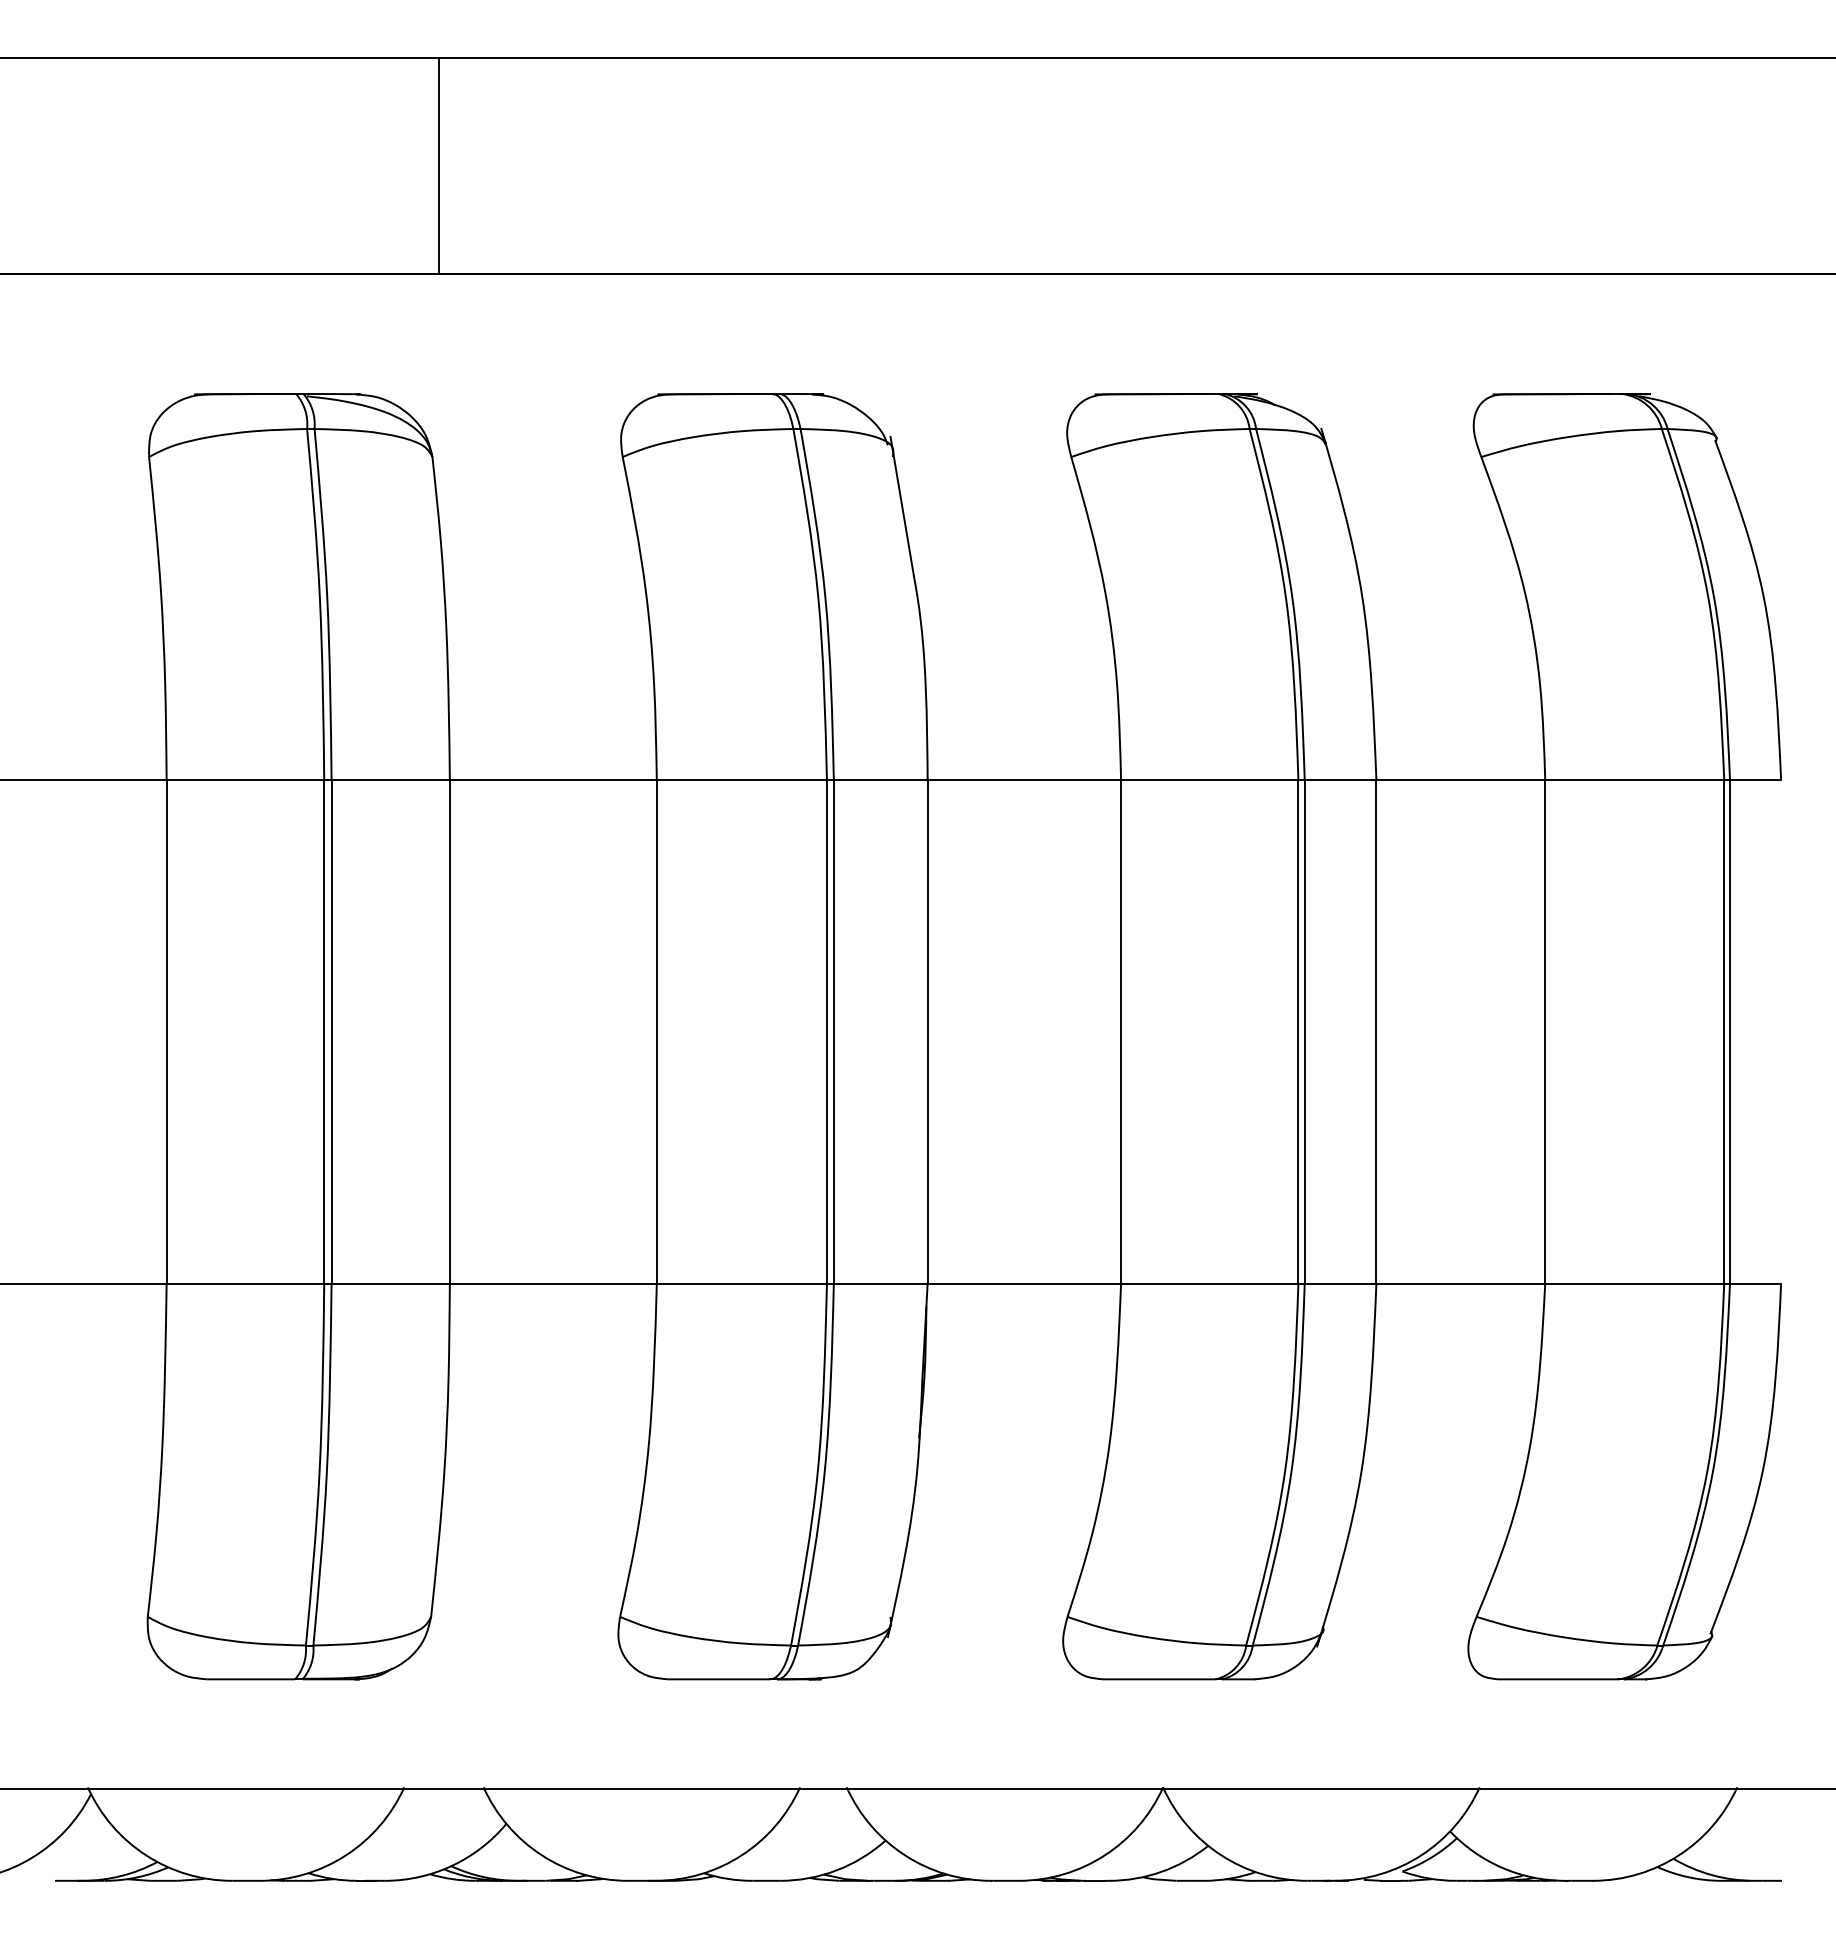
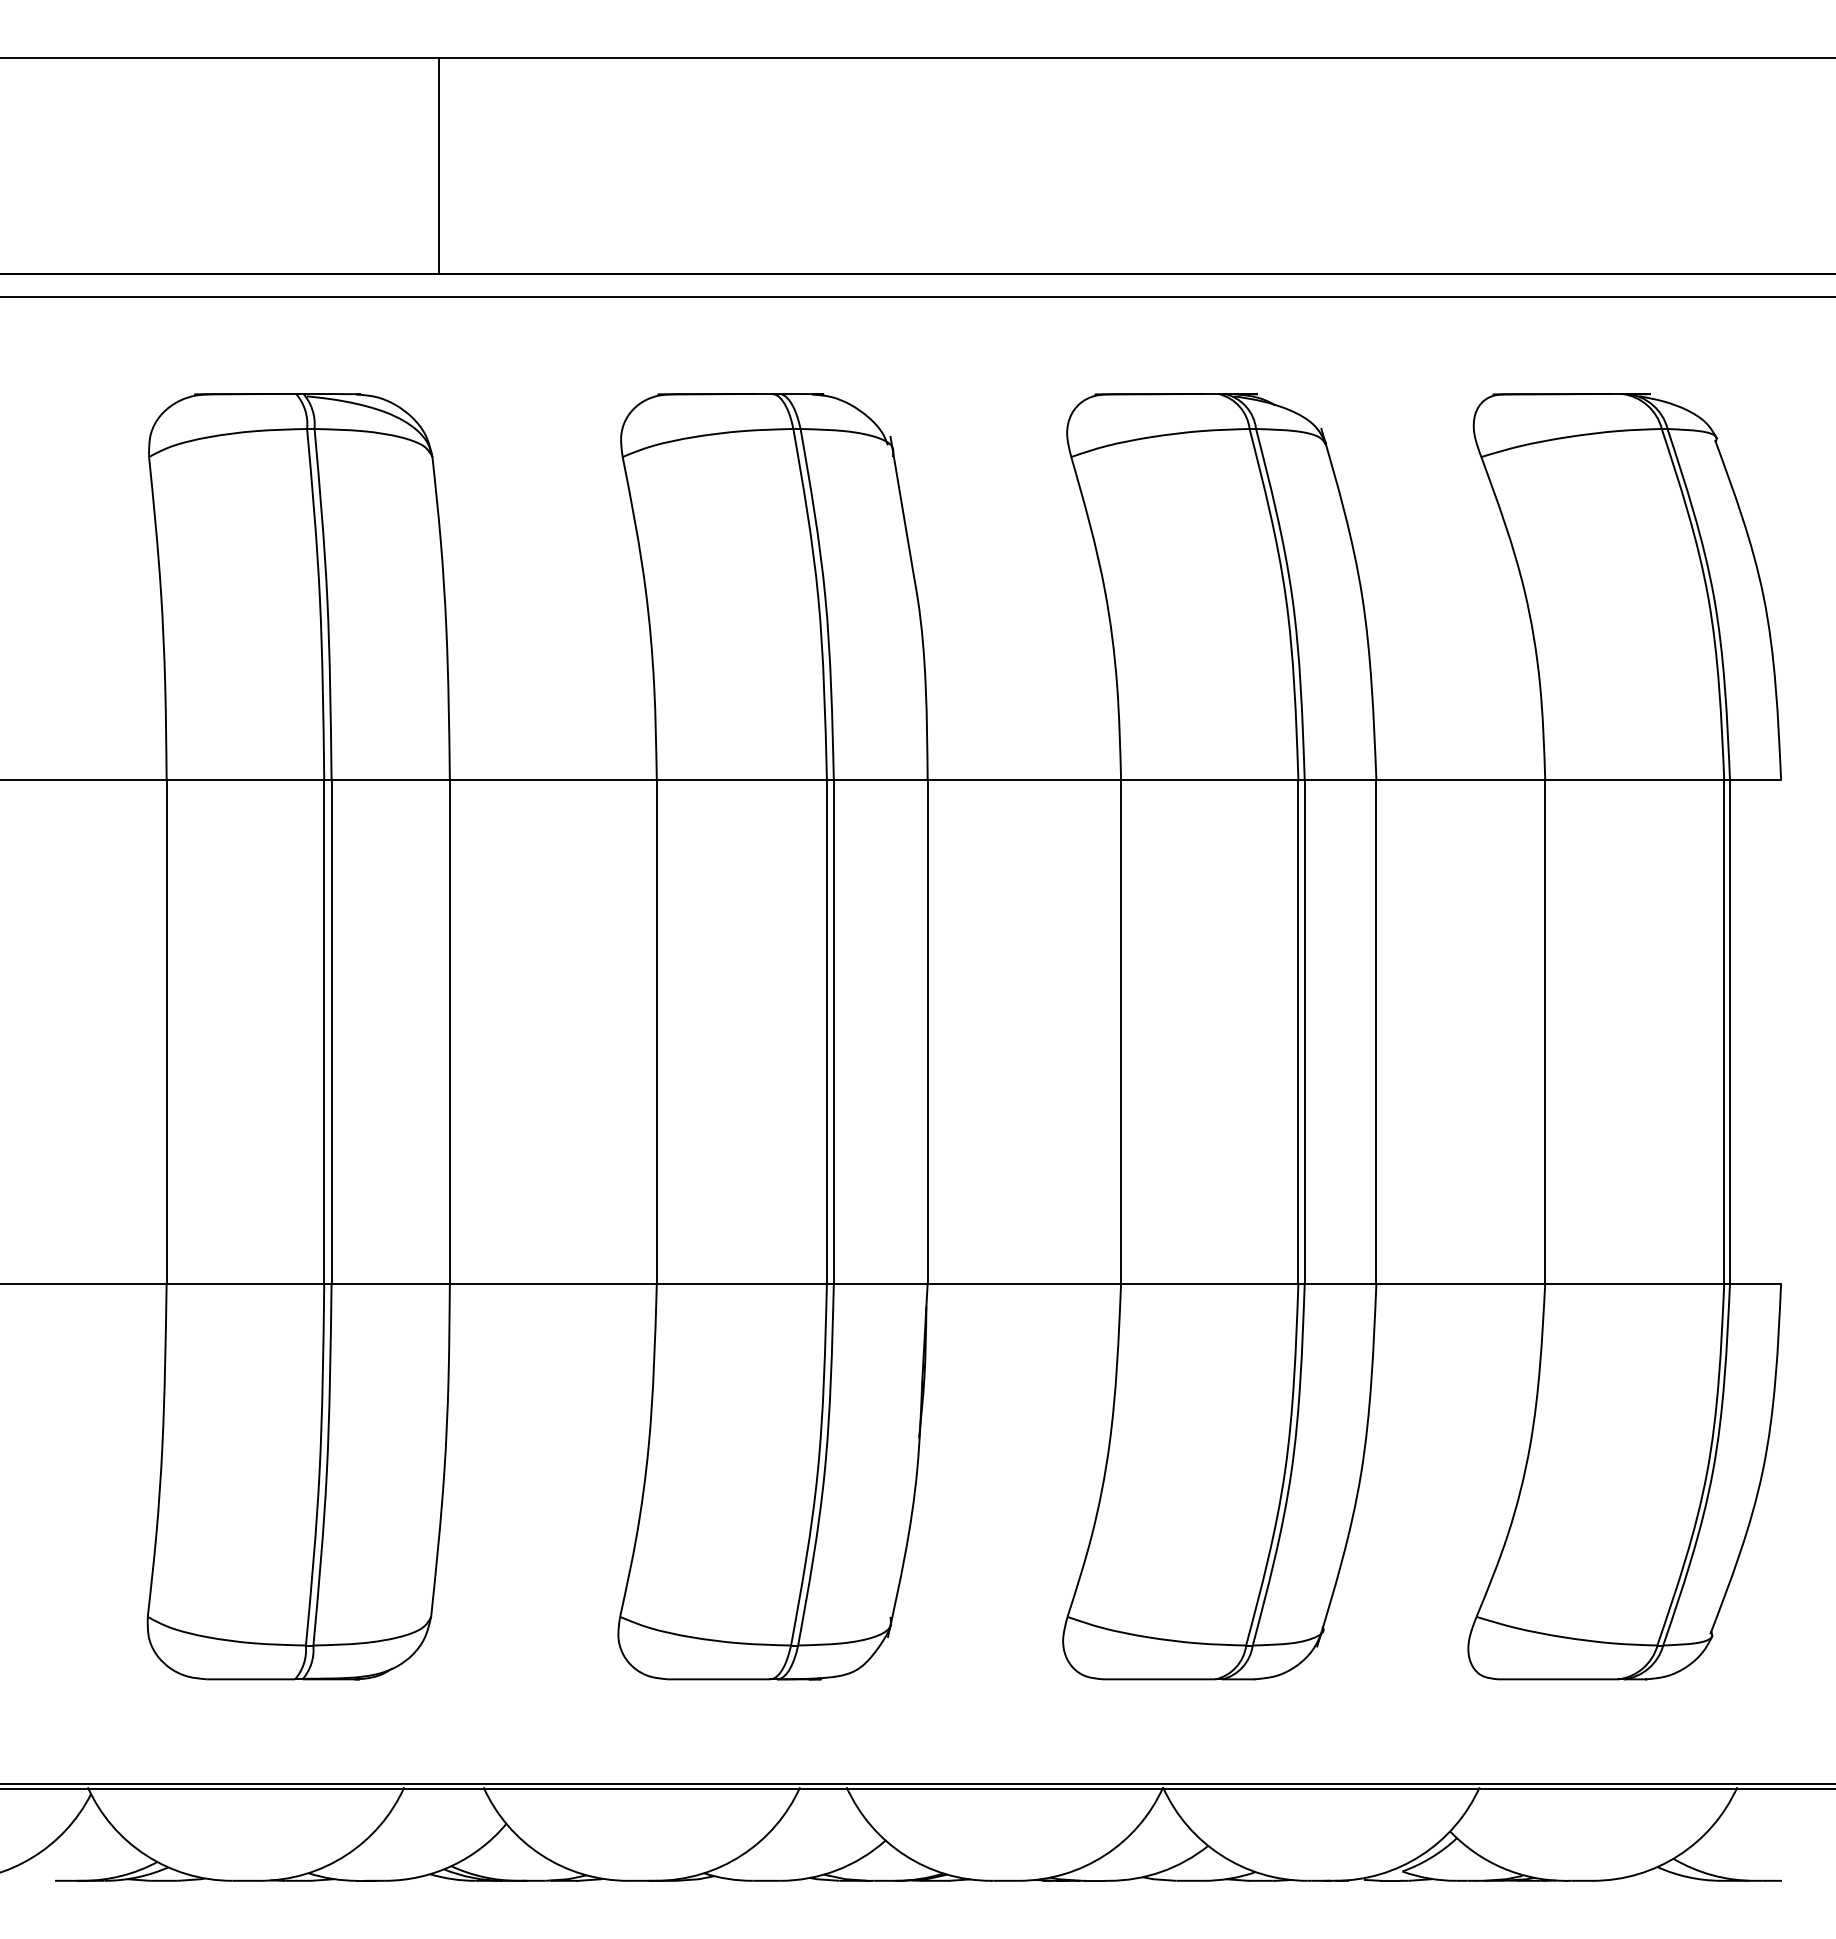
line at (917, 297): none -> present
line at (917, 1784): none -> present
